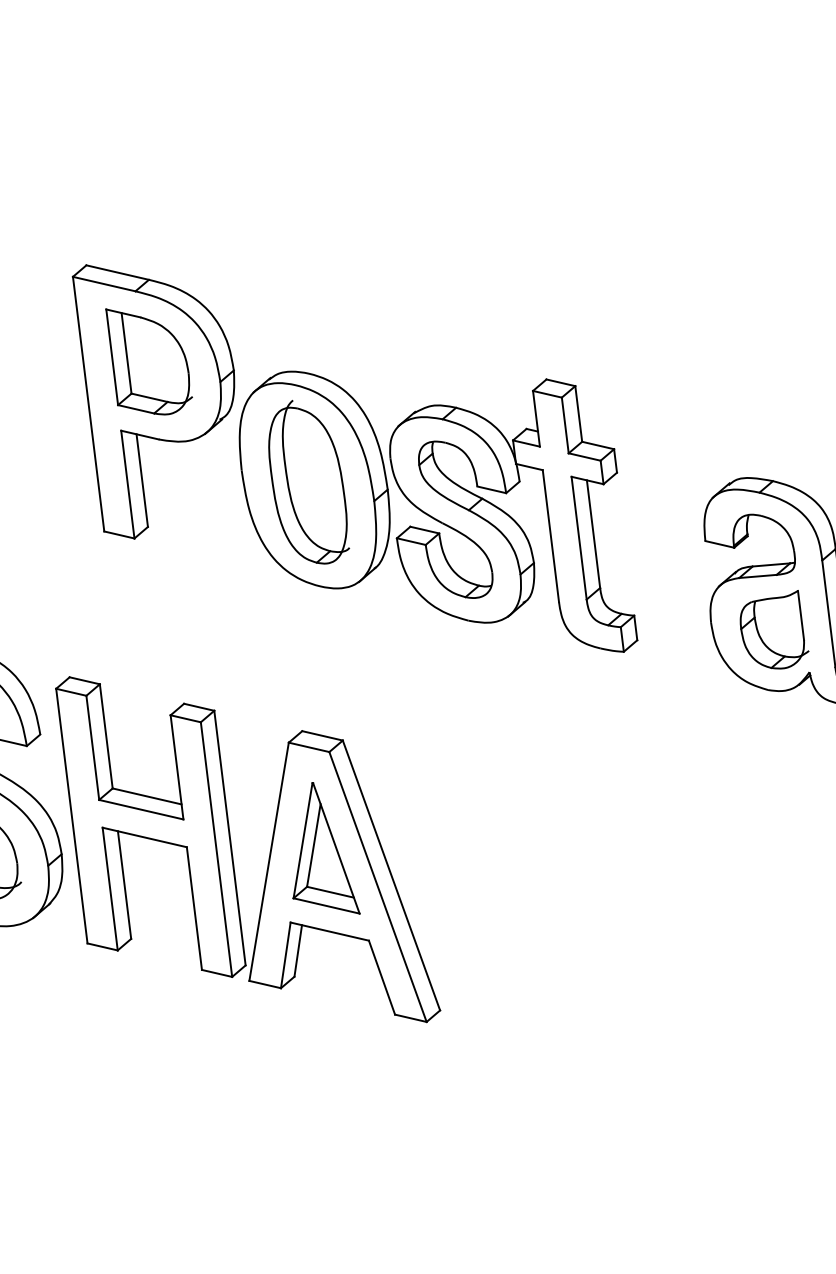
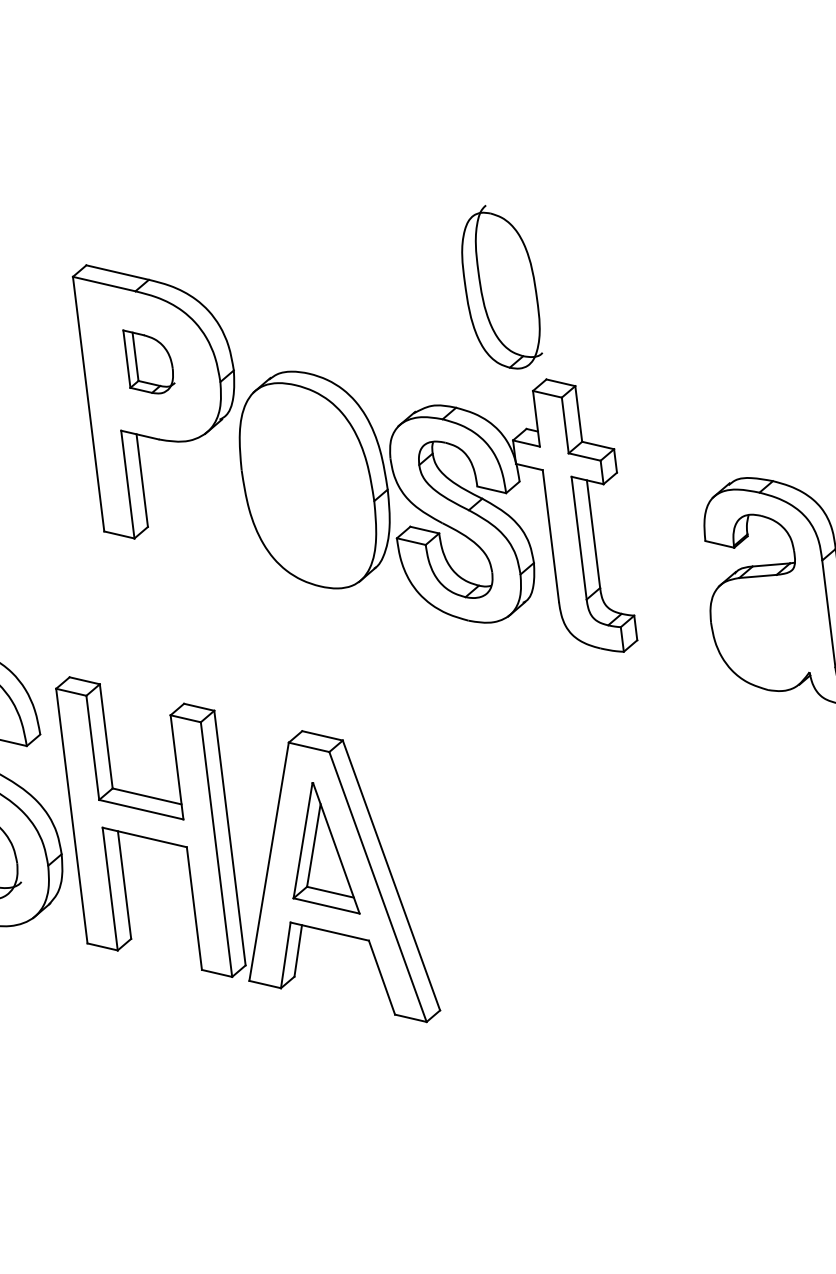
part at (148, 361) size: 88x108 px -> 54x66 px
part at (309, 482) position: (309, 482) -> (502, 287)
part at (774, 629): present -> none
